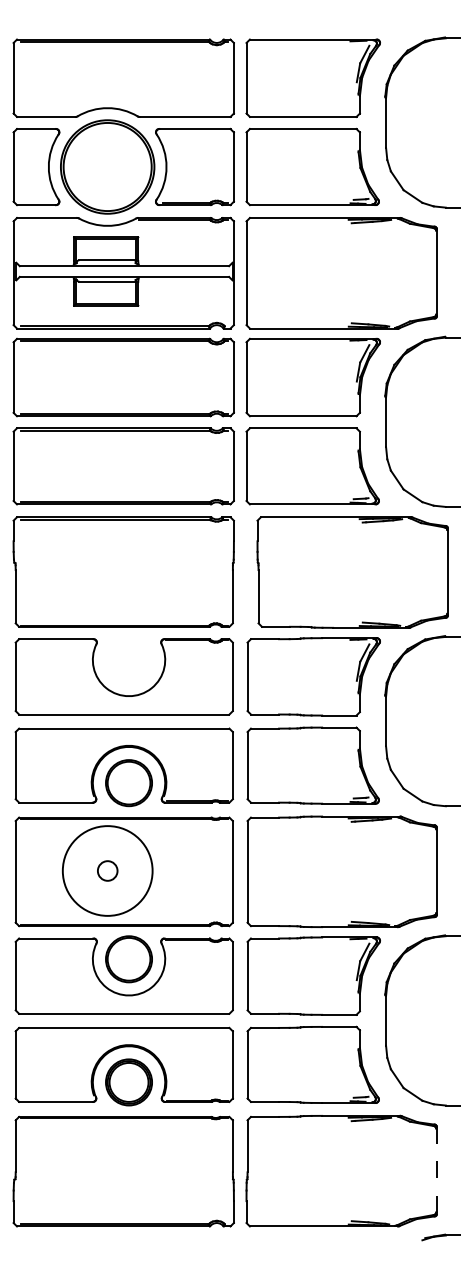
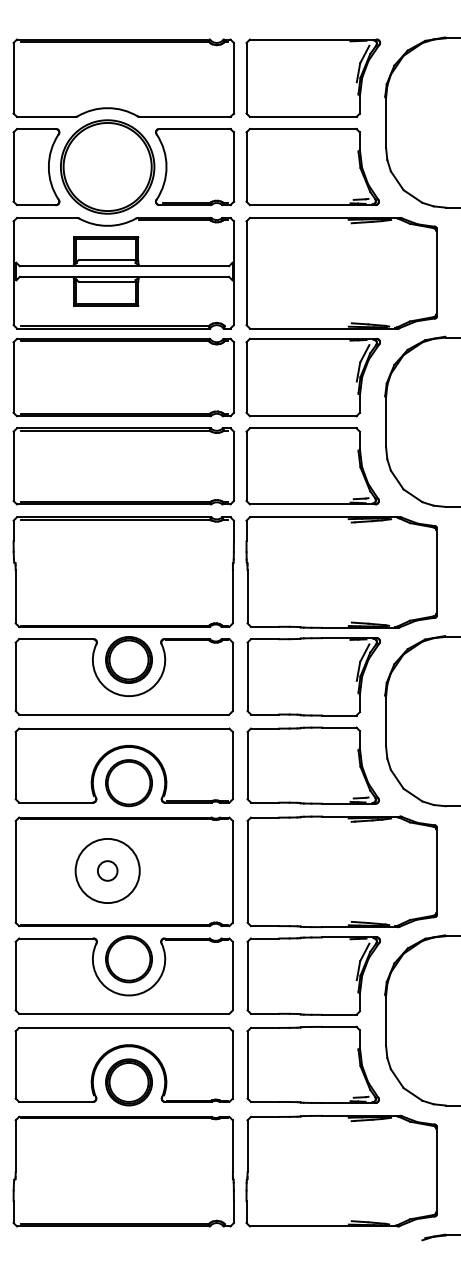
part at (352, 572) position: (352, 572) -> (341, 572)
part at (128, 659): none -> present
circle at (107, 870) diameter: 90 px -> 64 px
line at (436, 1171): dashed -> solid
